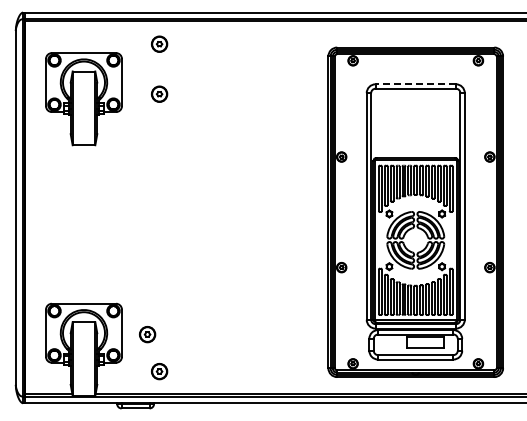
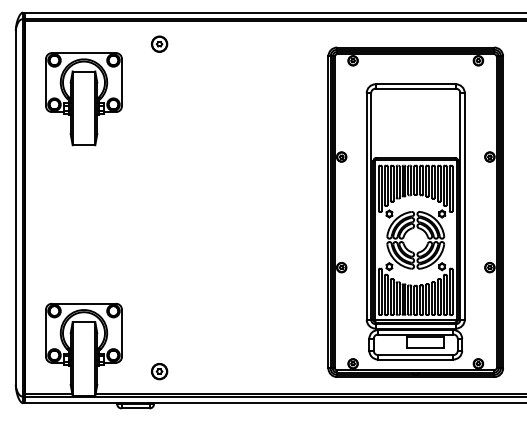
line at (415, 84): dashed -> solid
part at (159, 93): present -> none
part at (147, 334): present -> none
